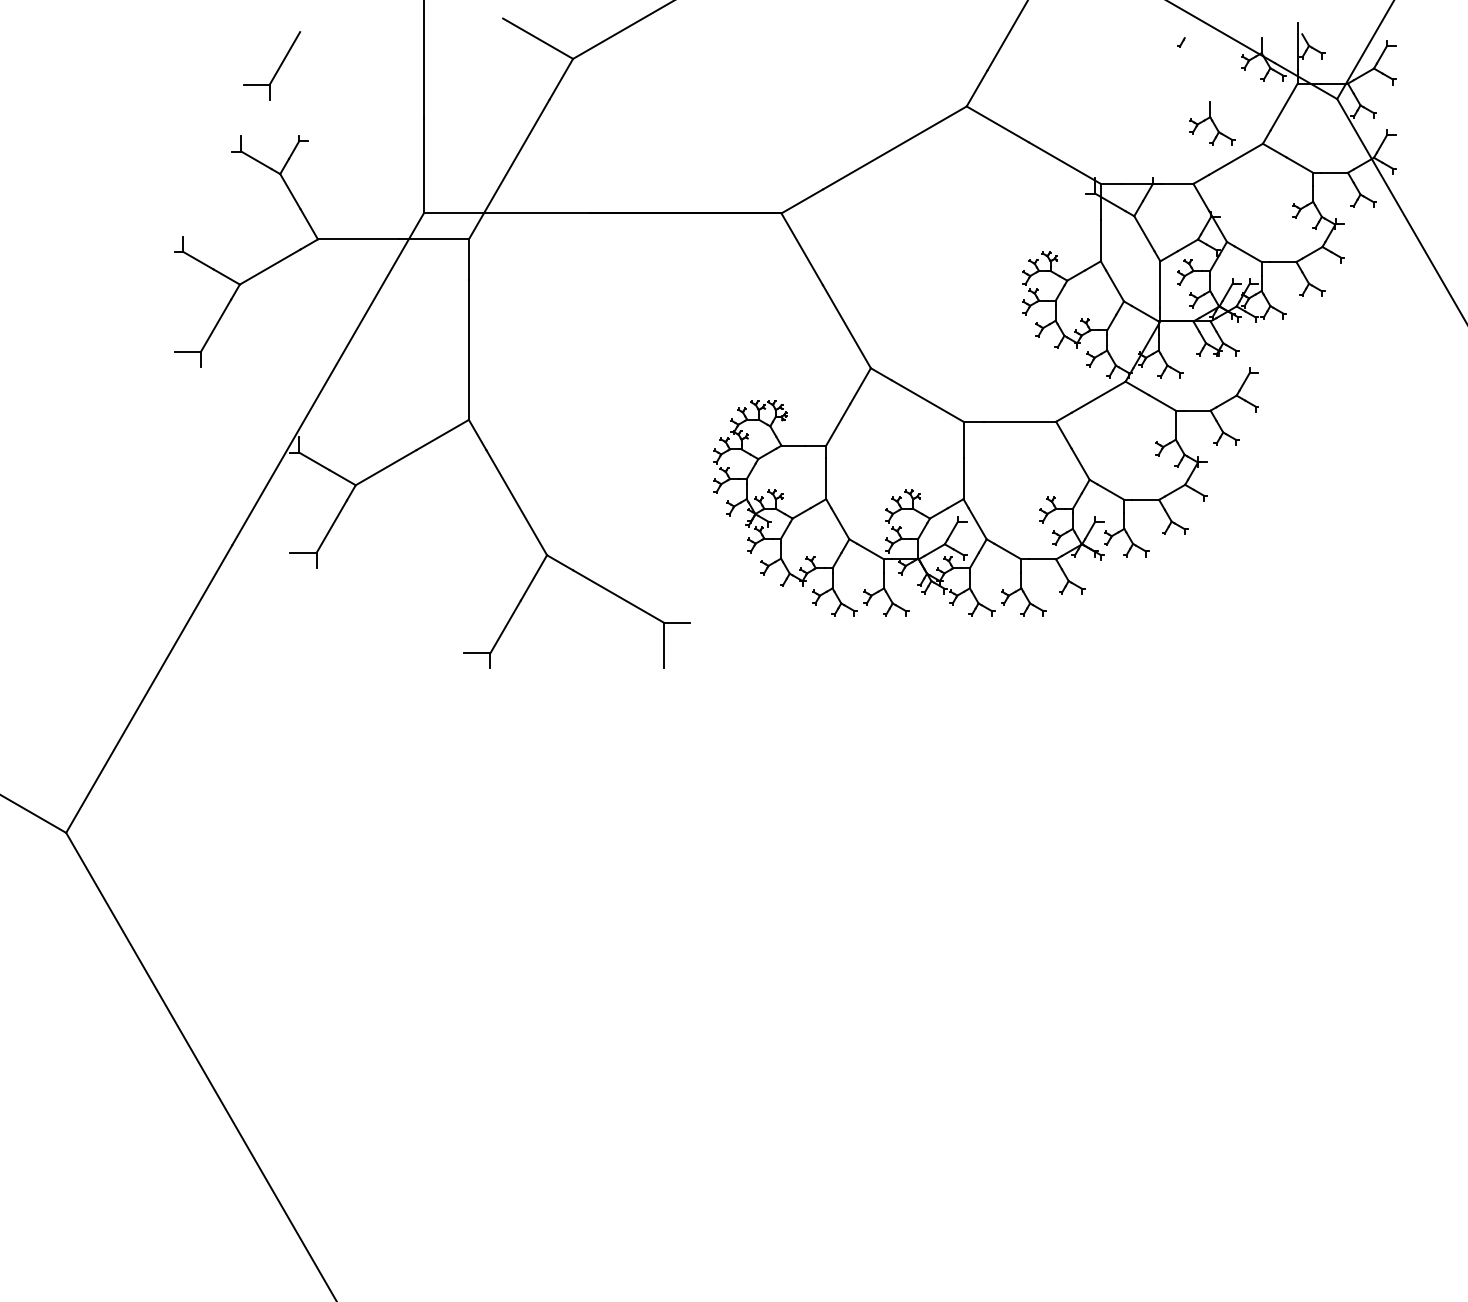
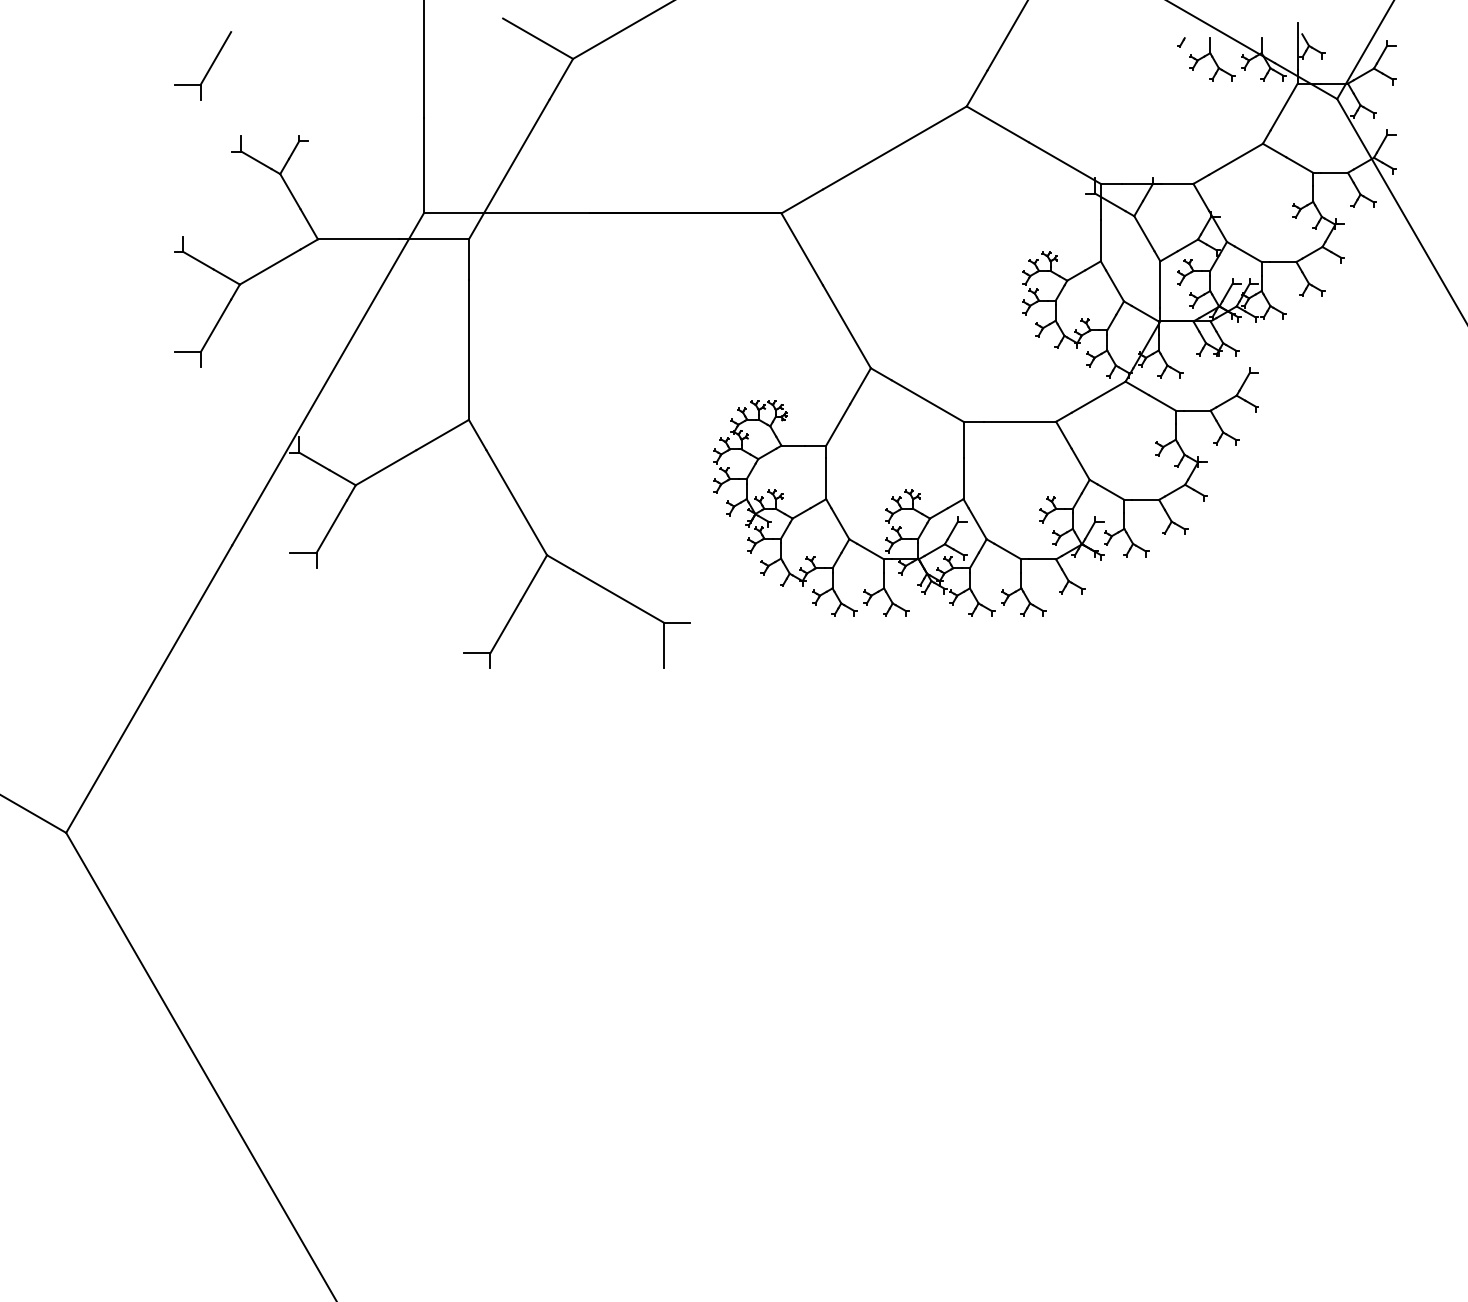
part at (278, 67) position: (278, 67) -> (209, 67)
part at (1212, 123) position: (1212, 123) -> (1212, 59)
